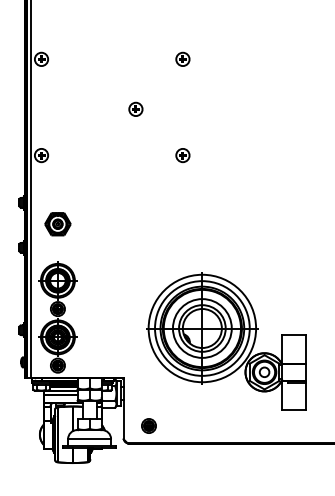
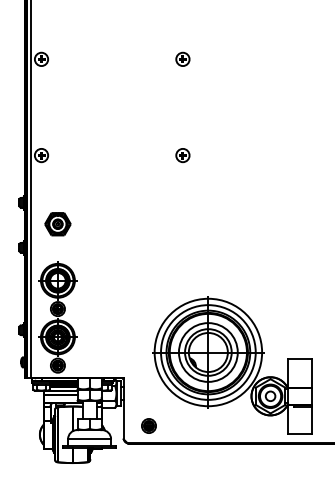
part at (135, 108): present -> none
part at (226, 341) position: (226, 341) -> (232, 365)
